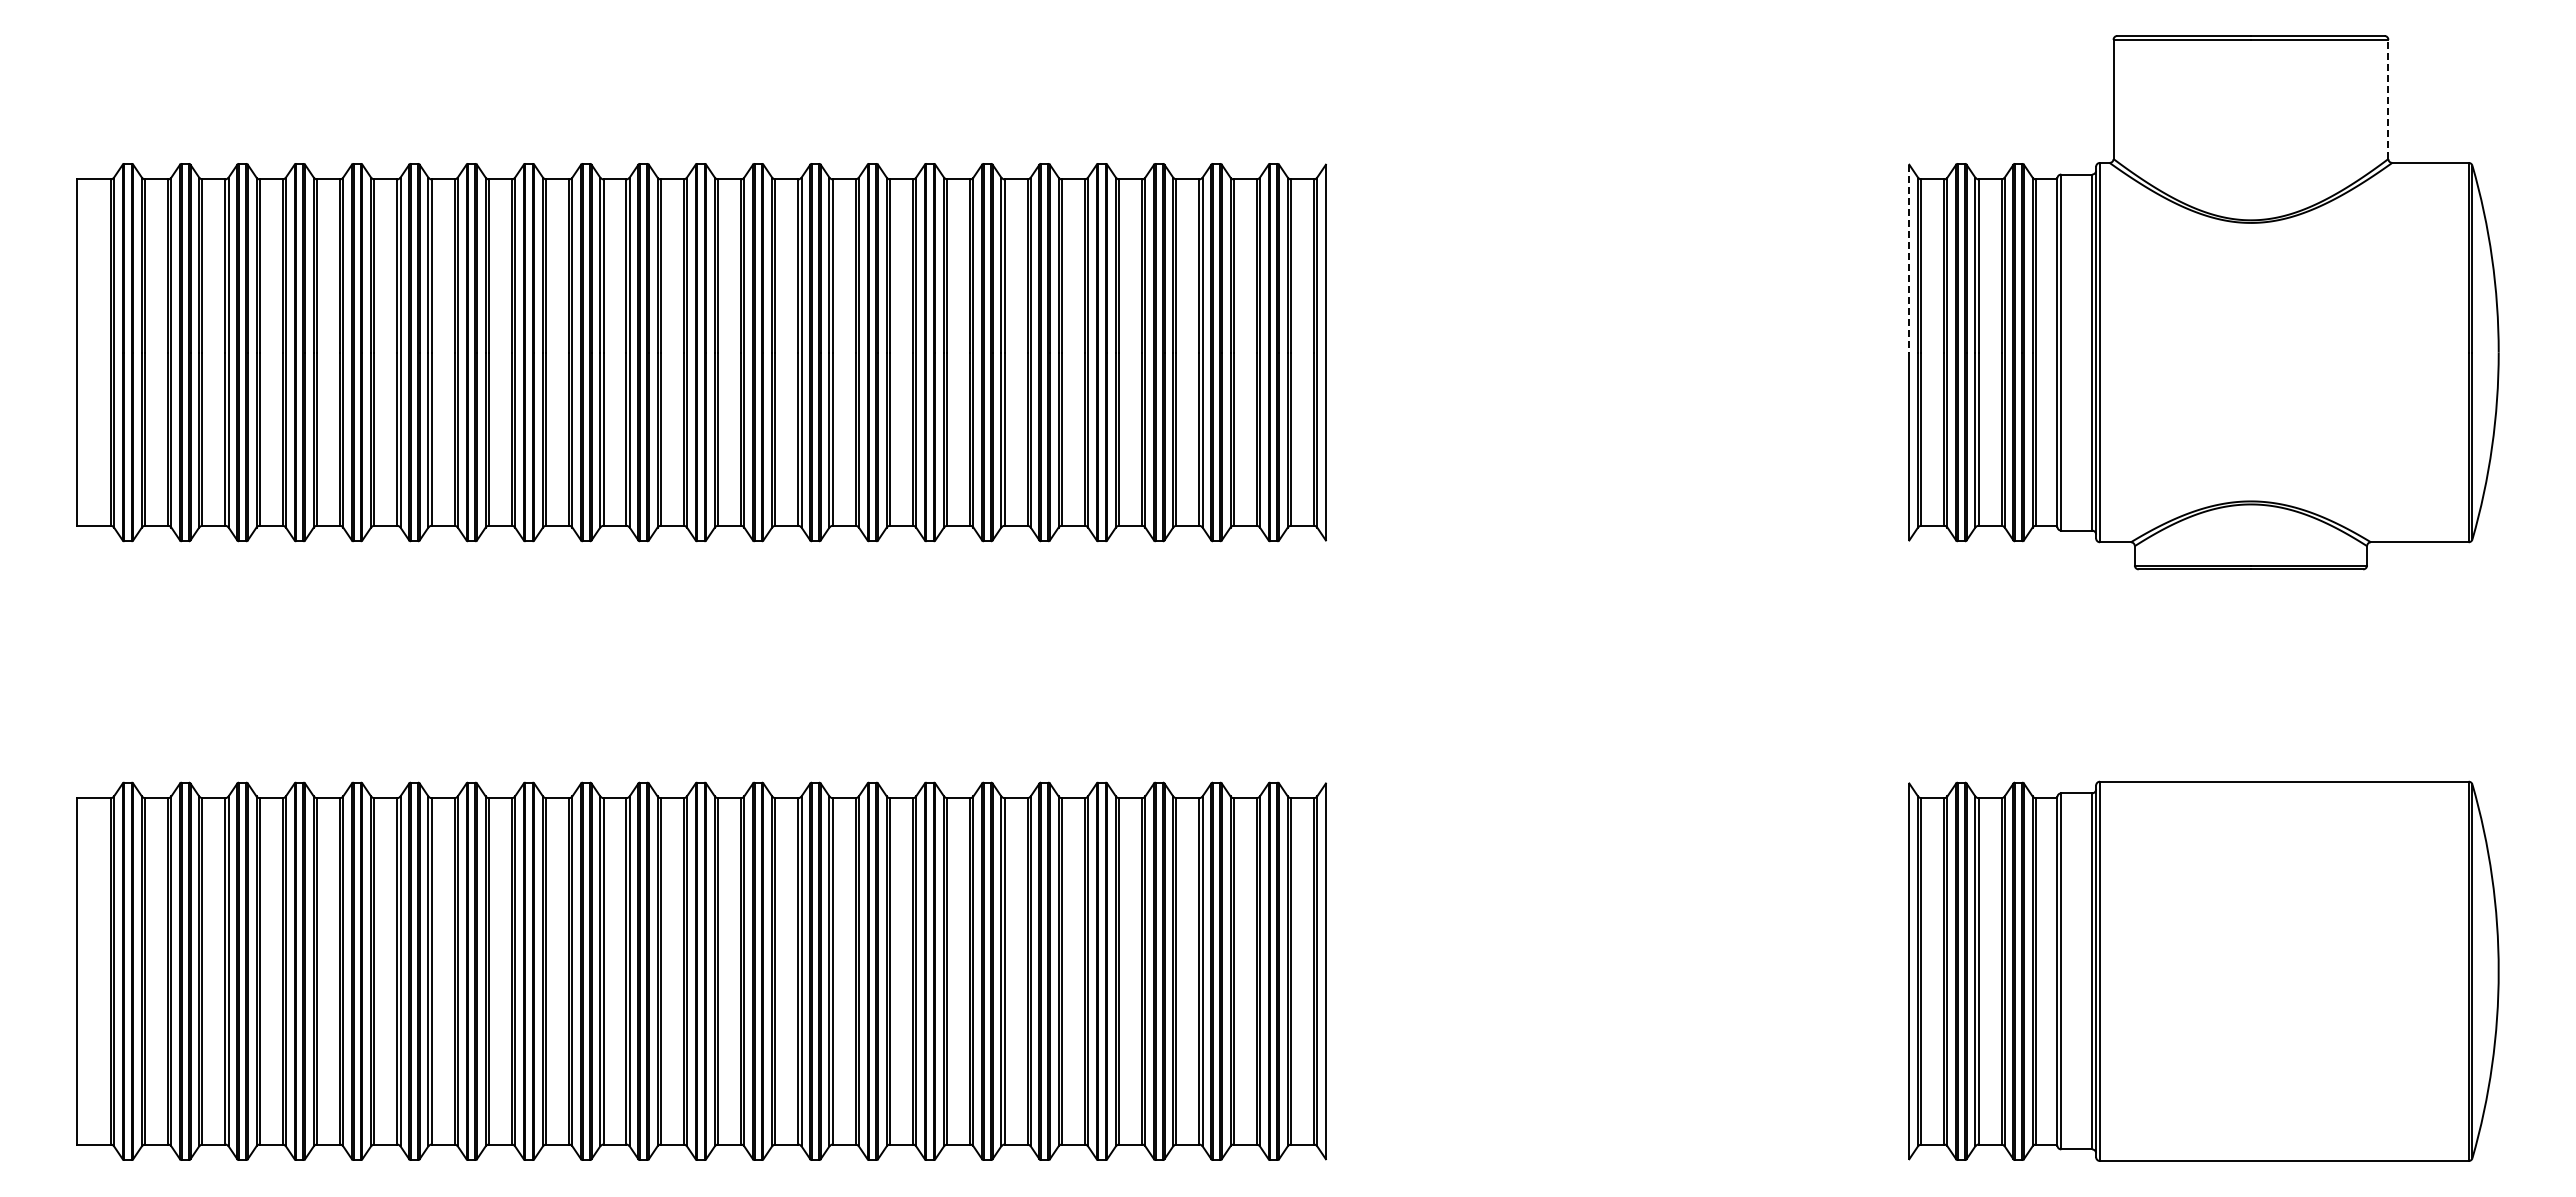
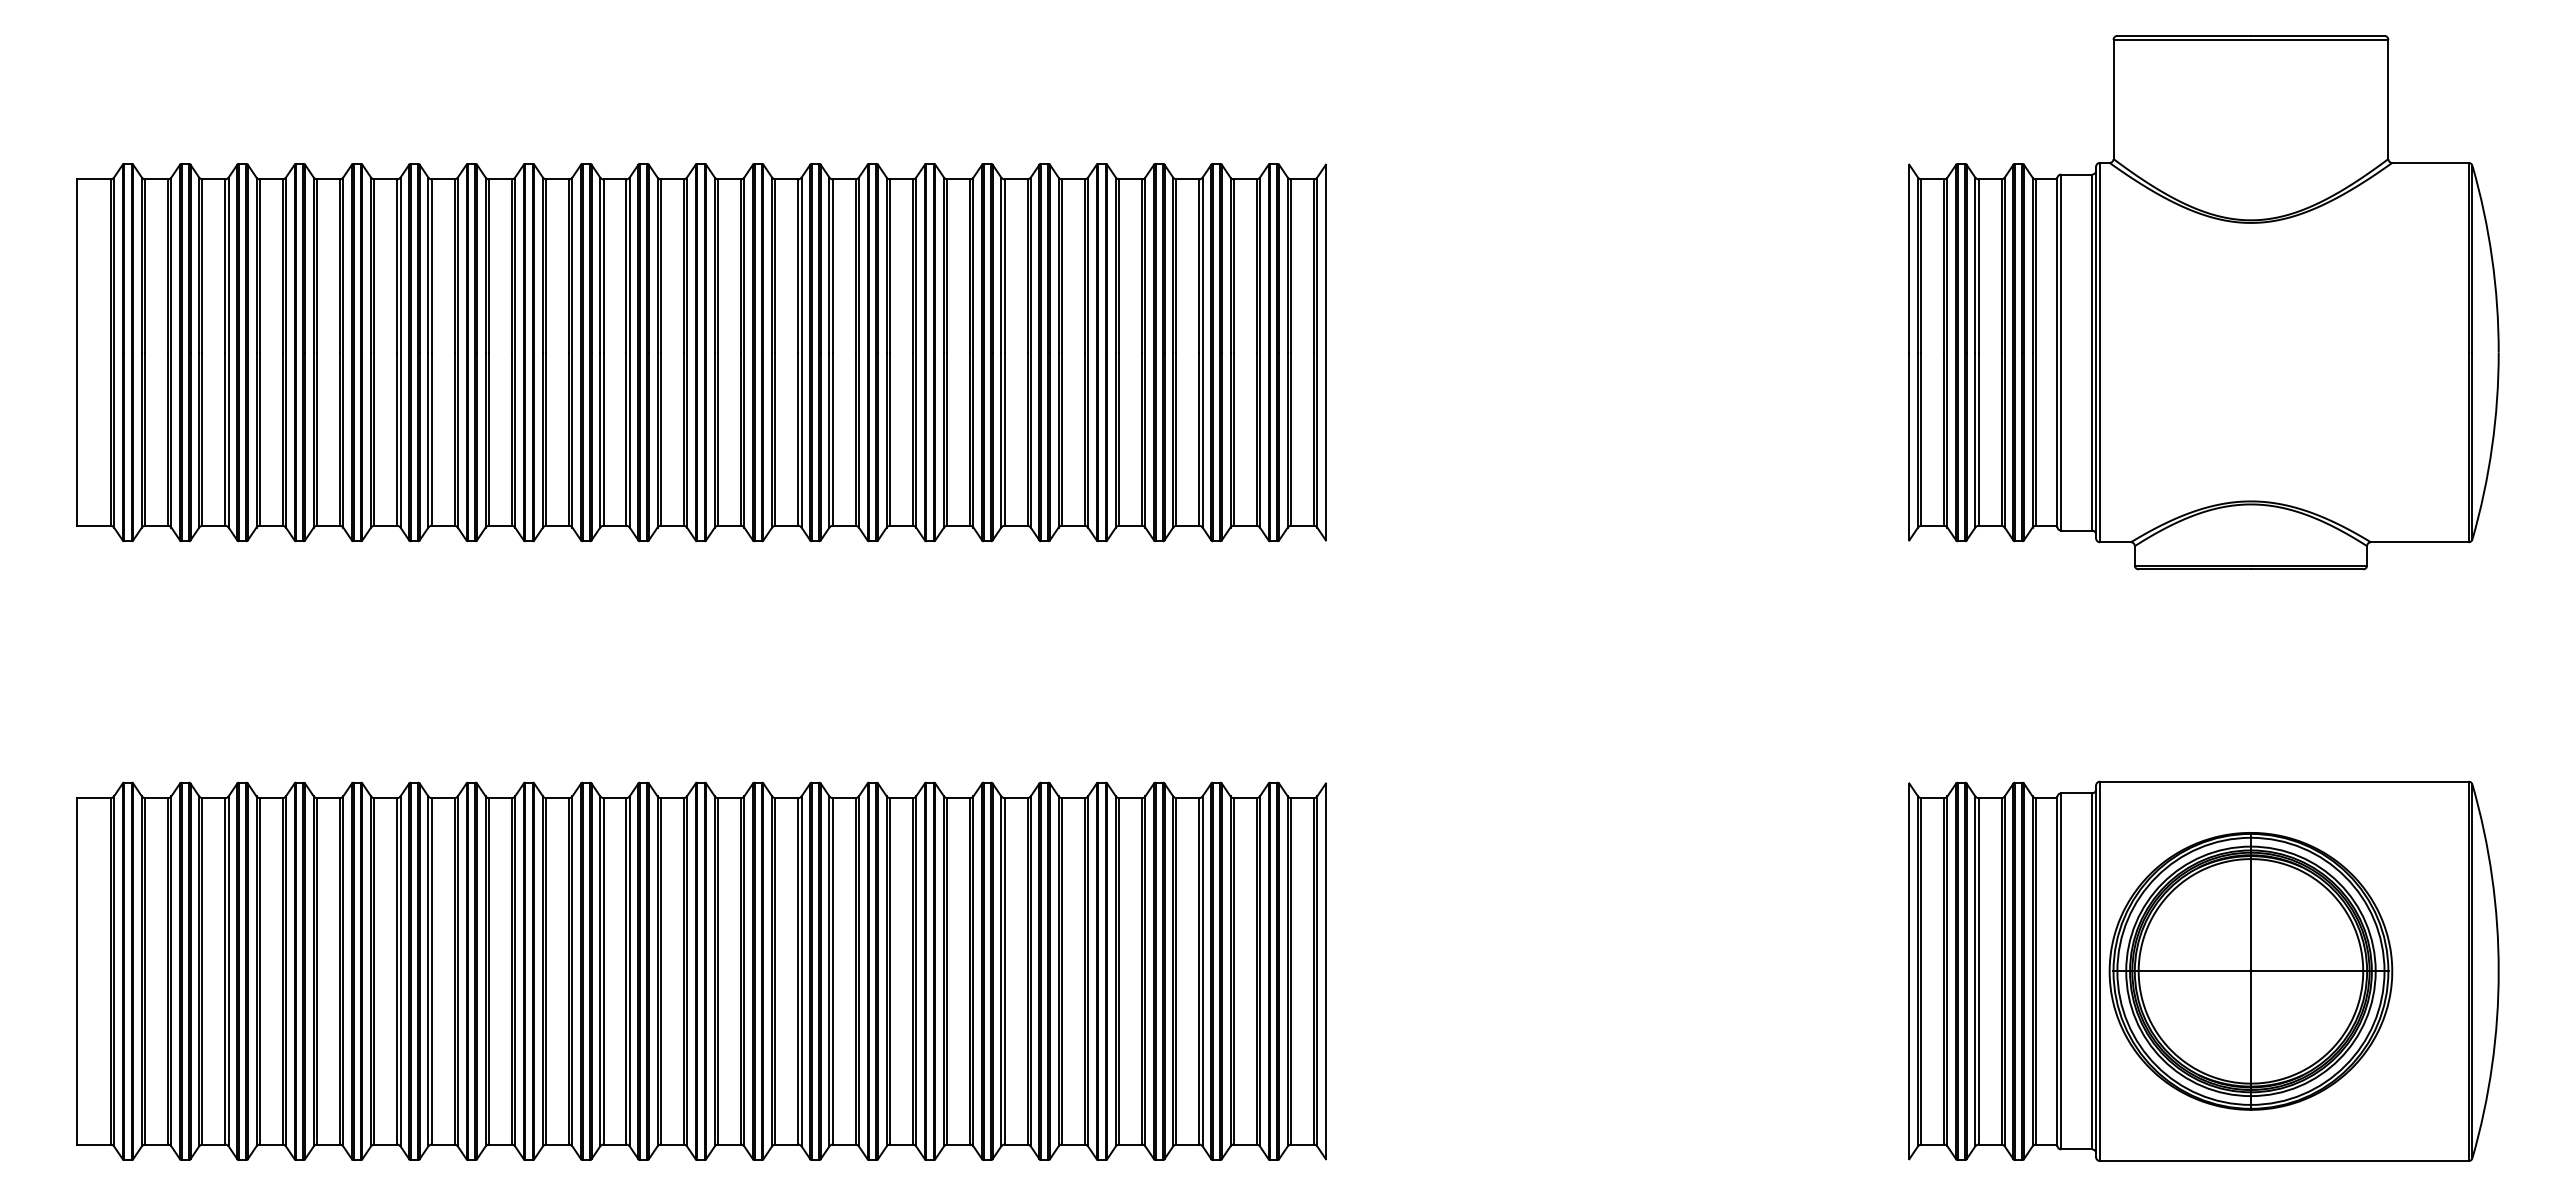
line at (2388, 99): dashed -> solid
line at (1909, 258): dashed -> solid
part at (2250, 971): none -> present
